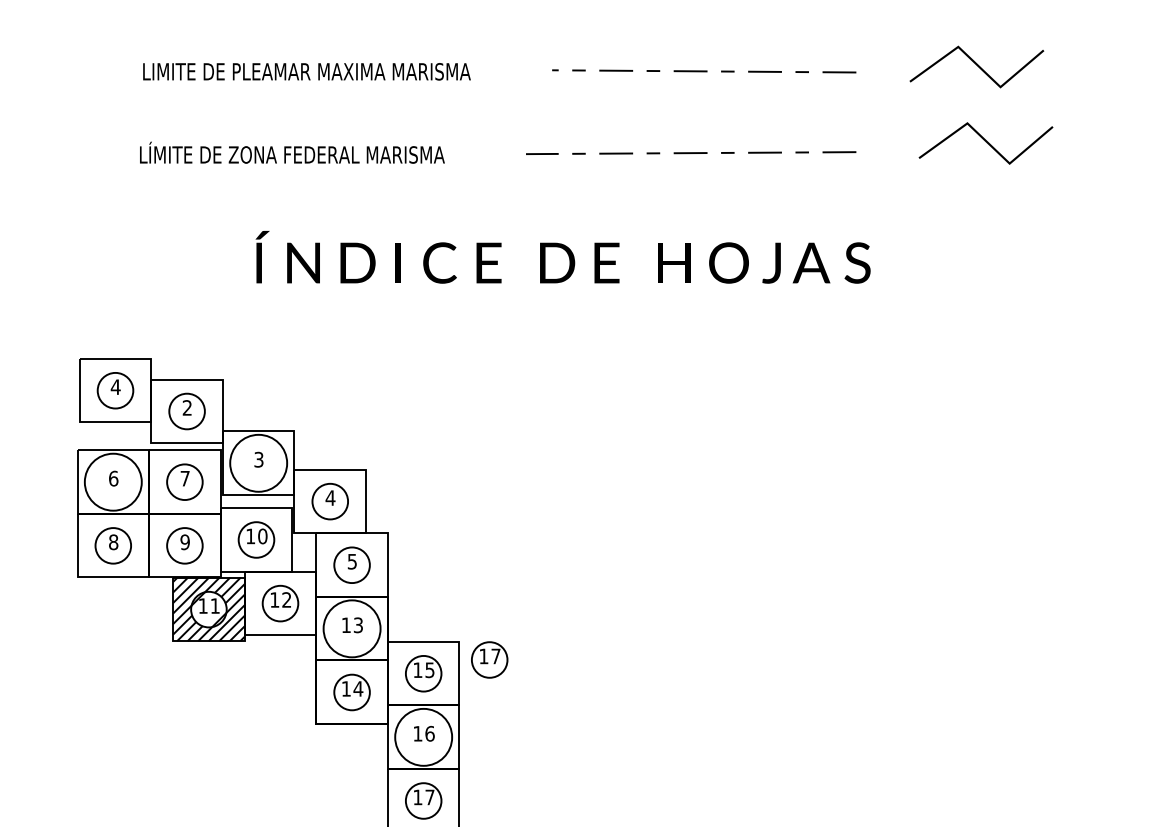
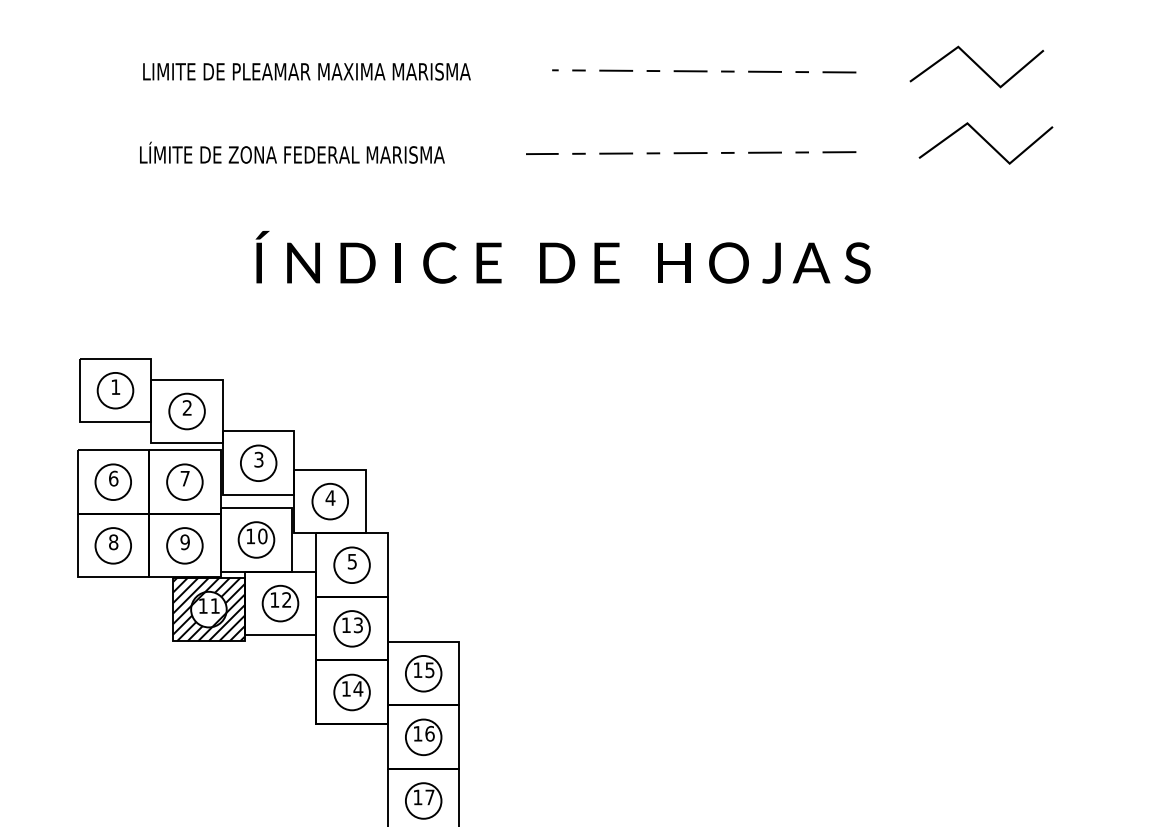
text at (115, 386): 4 -> 1
circle at (258, 462) diameter: 57 px -> 36 px
circle at (112, 481) diameter: 57 px -> 36 px
circle at (351, 628) diameter: 57 px -> 36 px
part at (489, 659): present -> none
circle at (423, 736) diameter: 57 px -> 36 px
